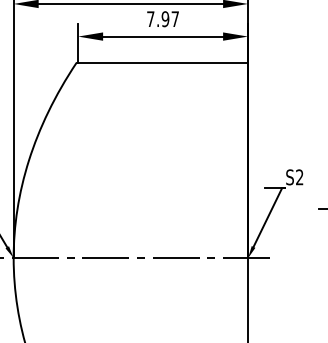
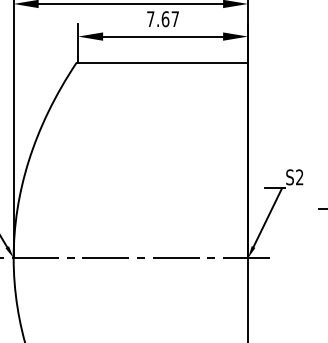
text at (165, 19): 7.97 -> 7.67
